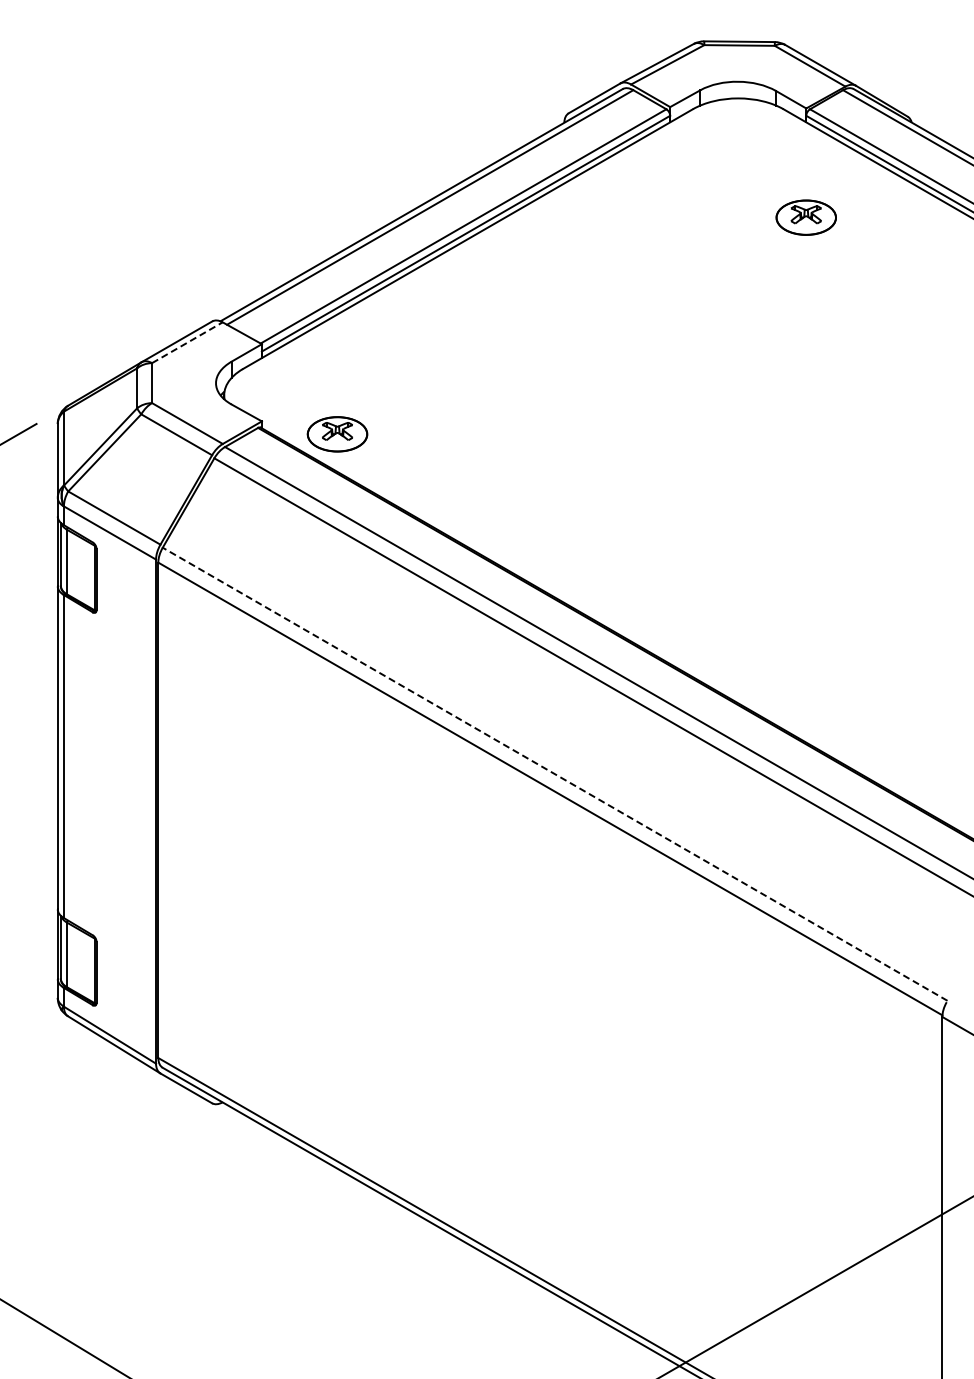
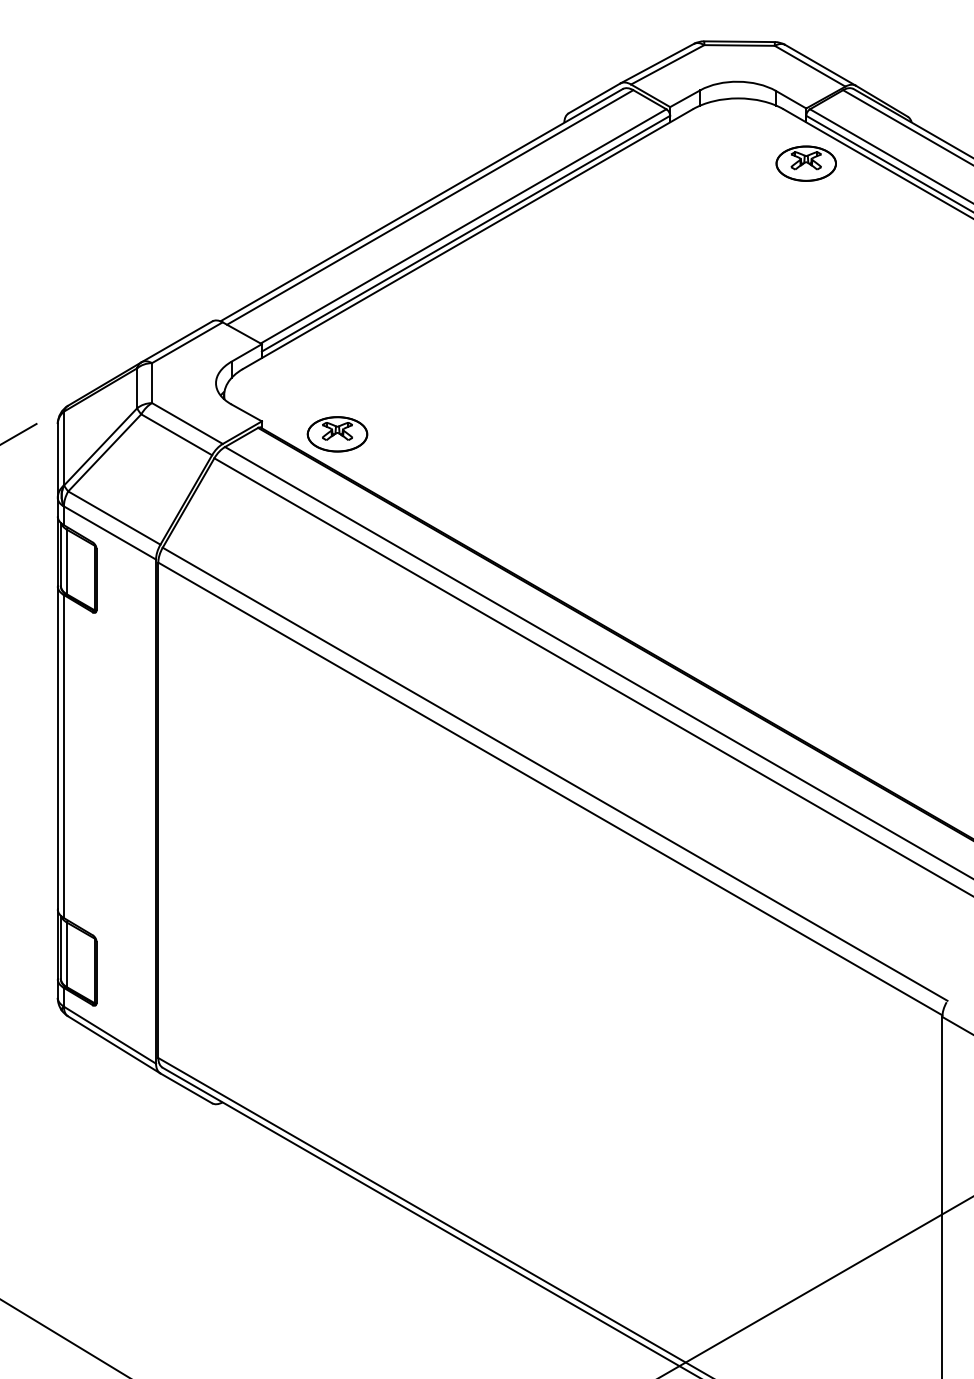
part at (805, 217) position: (805, 217) -> (805, 163)
line at (187, 342): dashed -> solid
line at (554, 774): dashed -> solid
